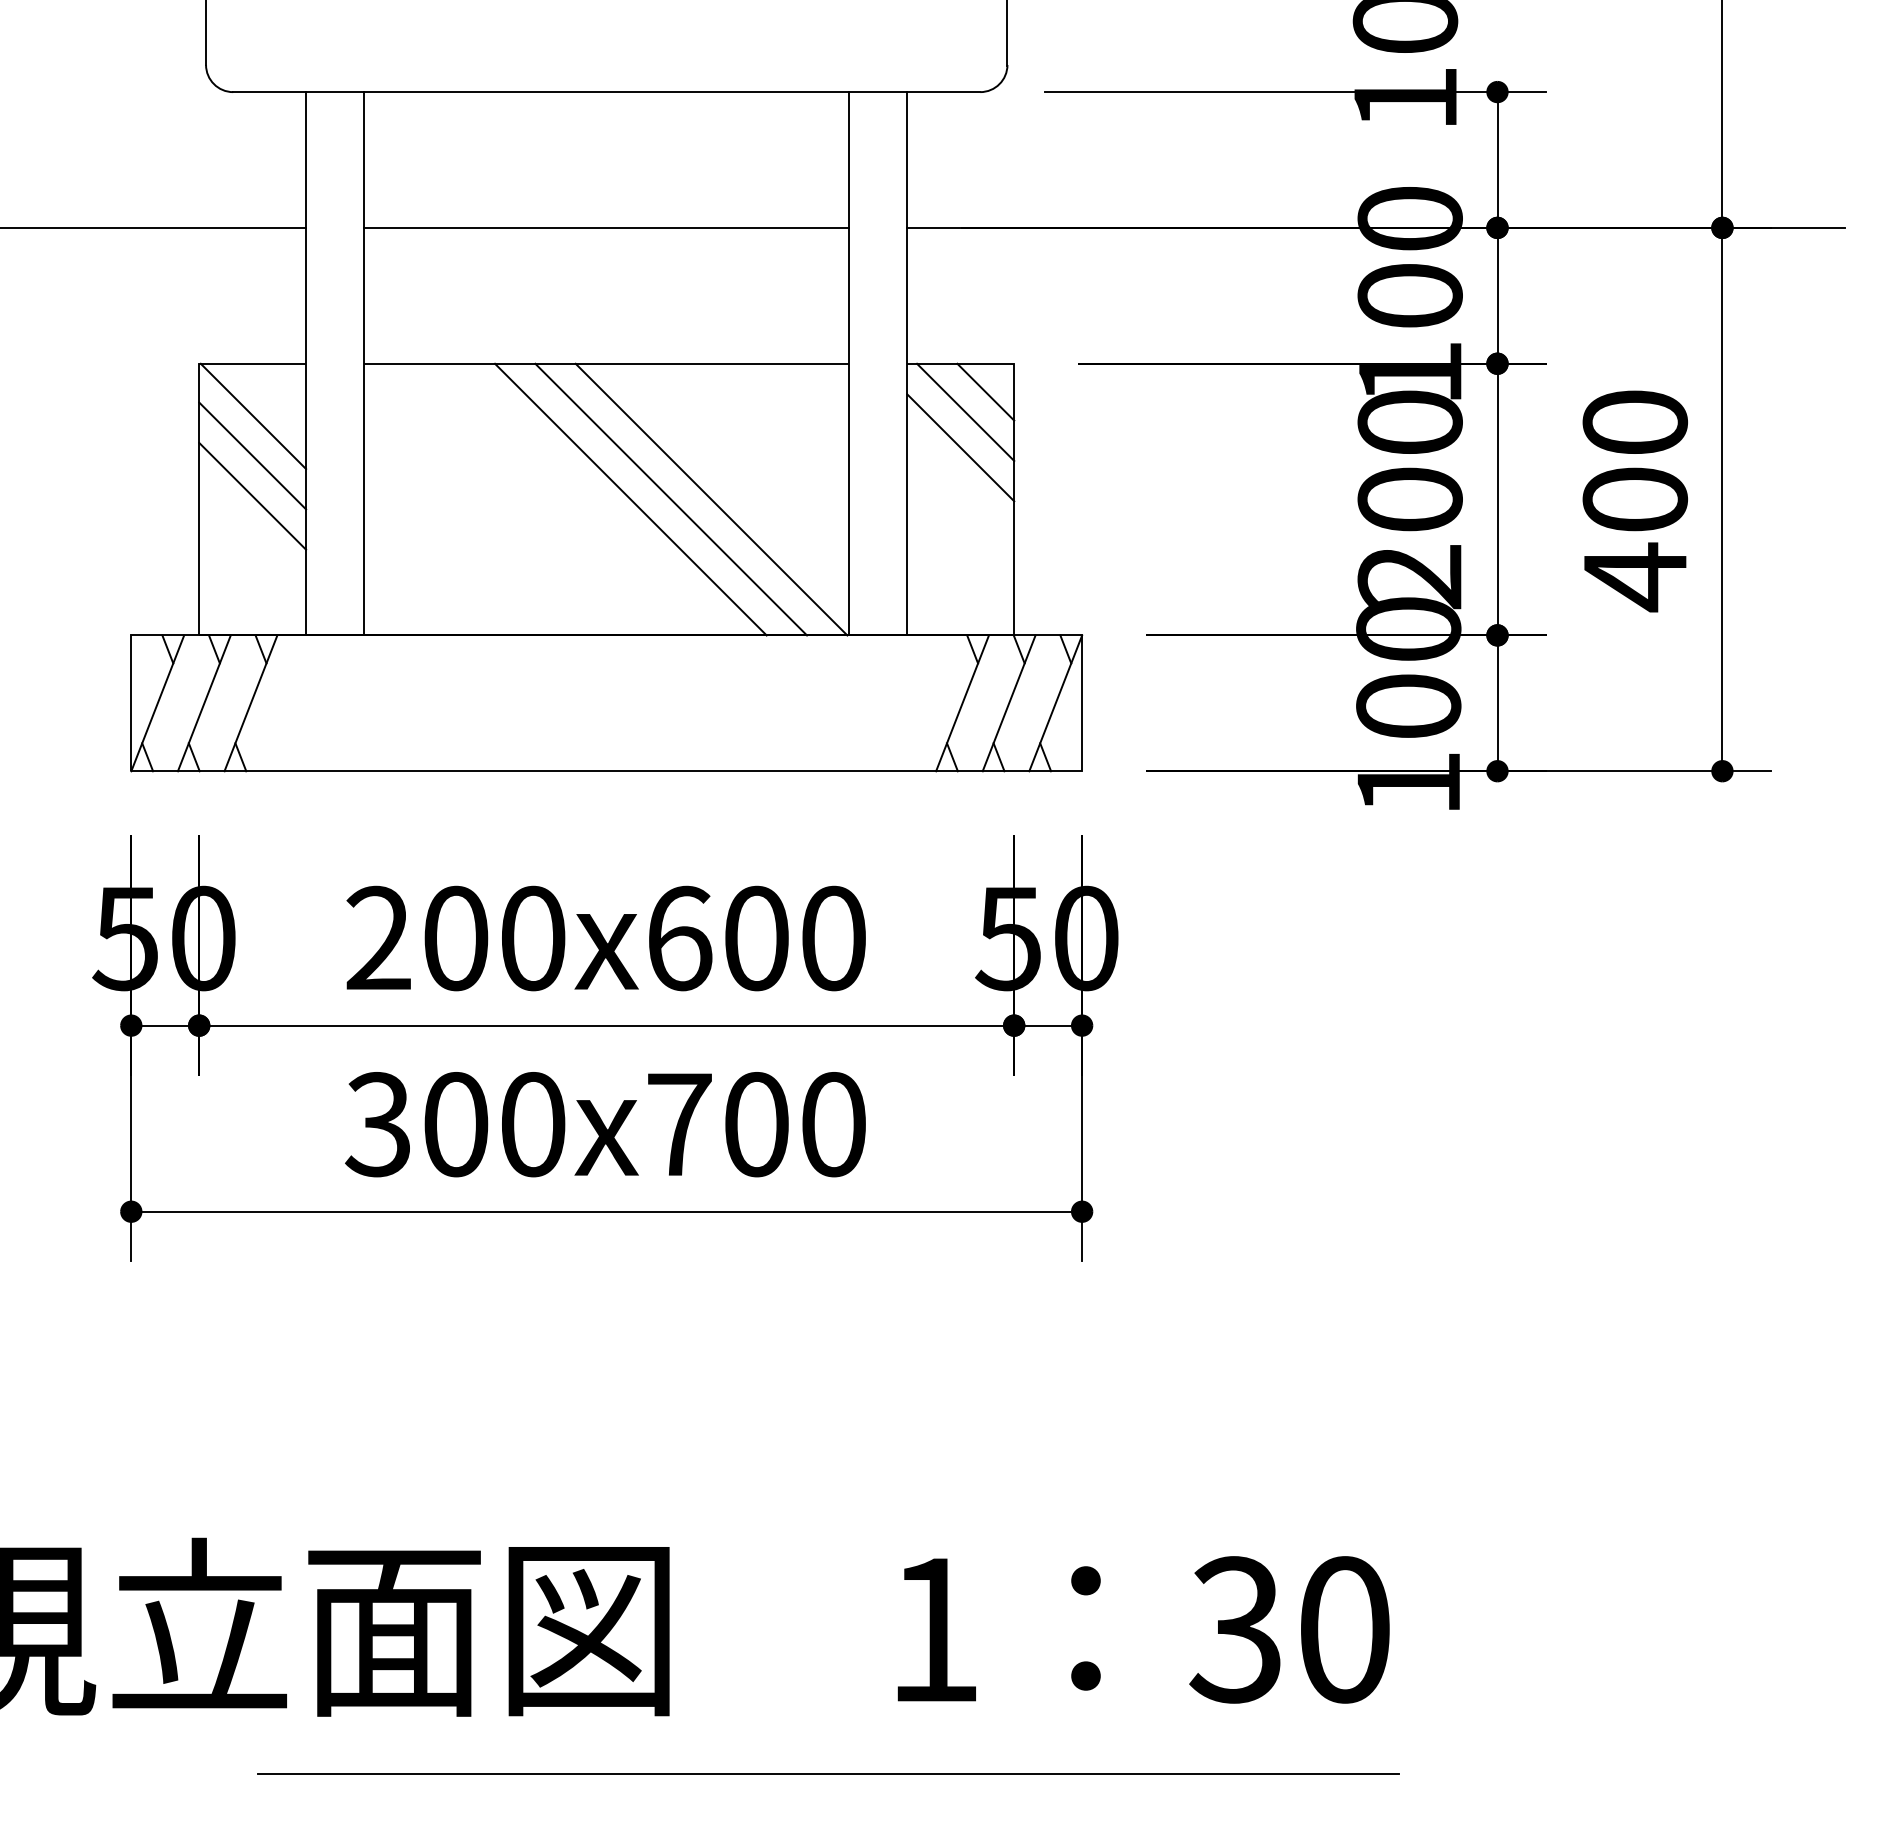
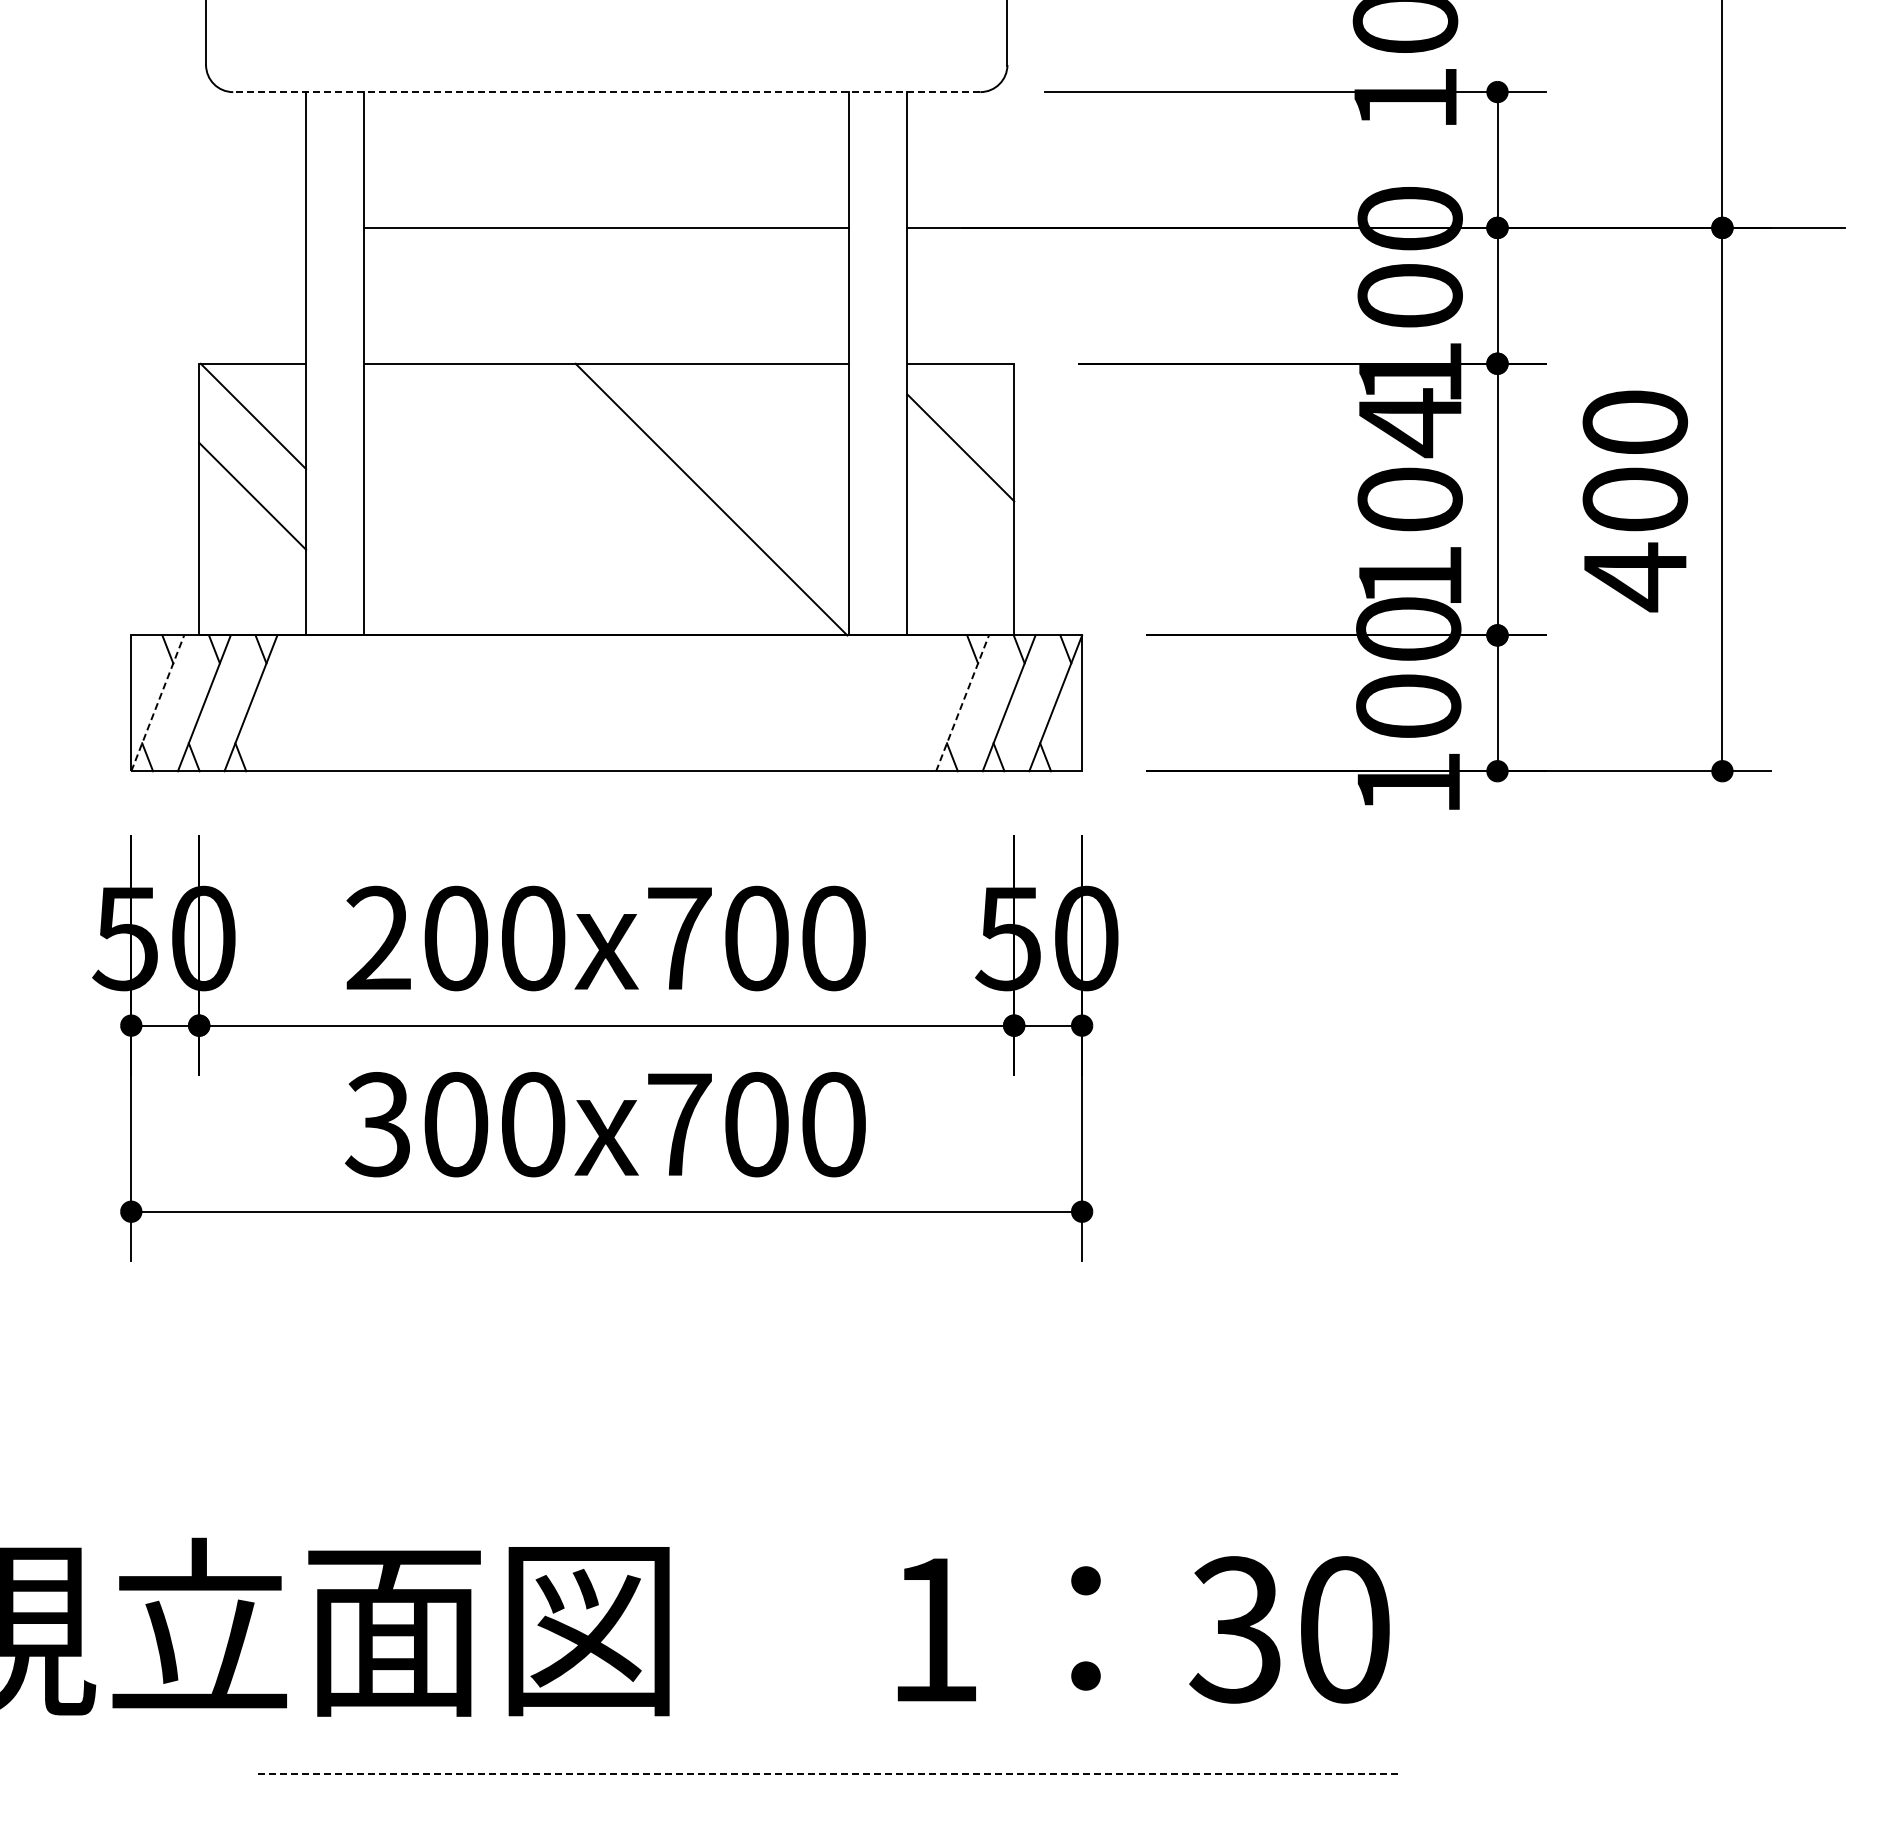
line at (606, 92): solid -> dashed
line at (154, 227): present -> none
line at (985, 391): present -> none
line at (965, 411): present -> none
line at (252, 455): present -> none
text at (1409, 498): 200 -> 104
line at (630, 499): present -> none
line at (671, 499): present -> none
line at (157, 703): solid -> dashed
line at (962, 703): solid -> dashed
text at (680, 938): 200x600 -> 200x700
line at (829, 1774): solid -> dashed
